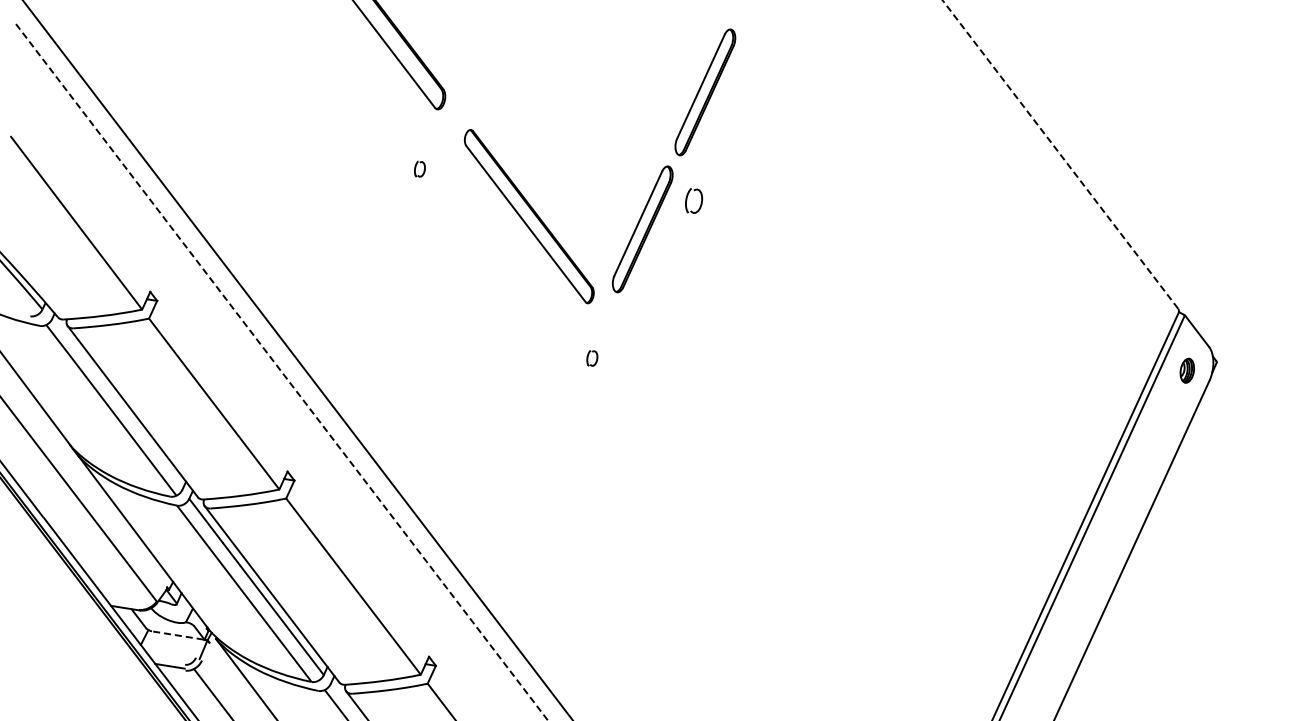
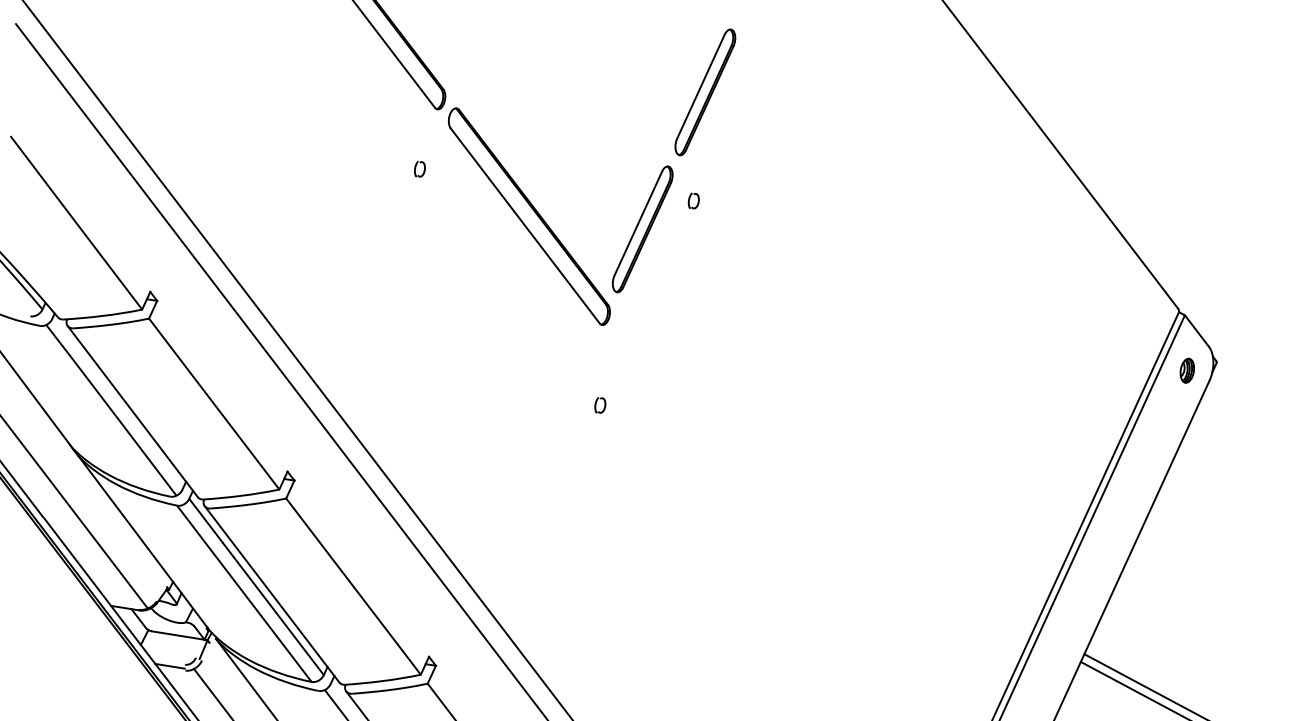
line at (1060, 154): dashed -> solid
part at (694, 200) size: 19x26 px -> 13x18 px
part at (528, 216) size: 132x176 px -> 164x219 px
part at (592, 358) position: (592, 358) -> (600, 405)
line at (282, 372): dashed -> solid
line at (79, 500) position: (79, 500) -> (74, 512)
line at (177, 635): dashed -> solid
line at (1143, 685): none -> present
line at (1132, 689): none -> present
